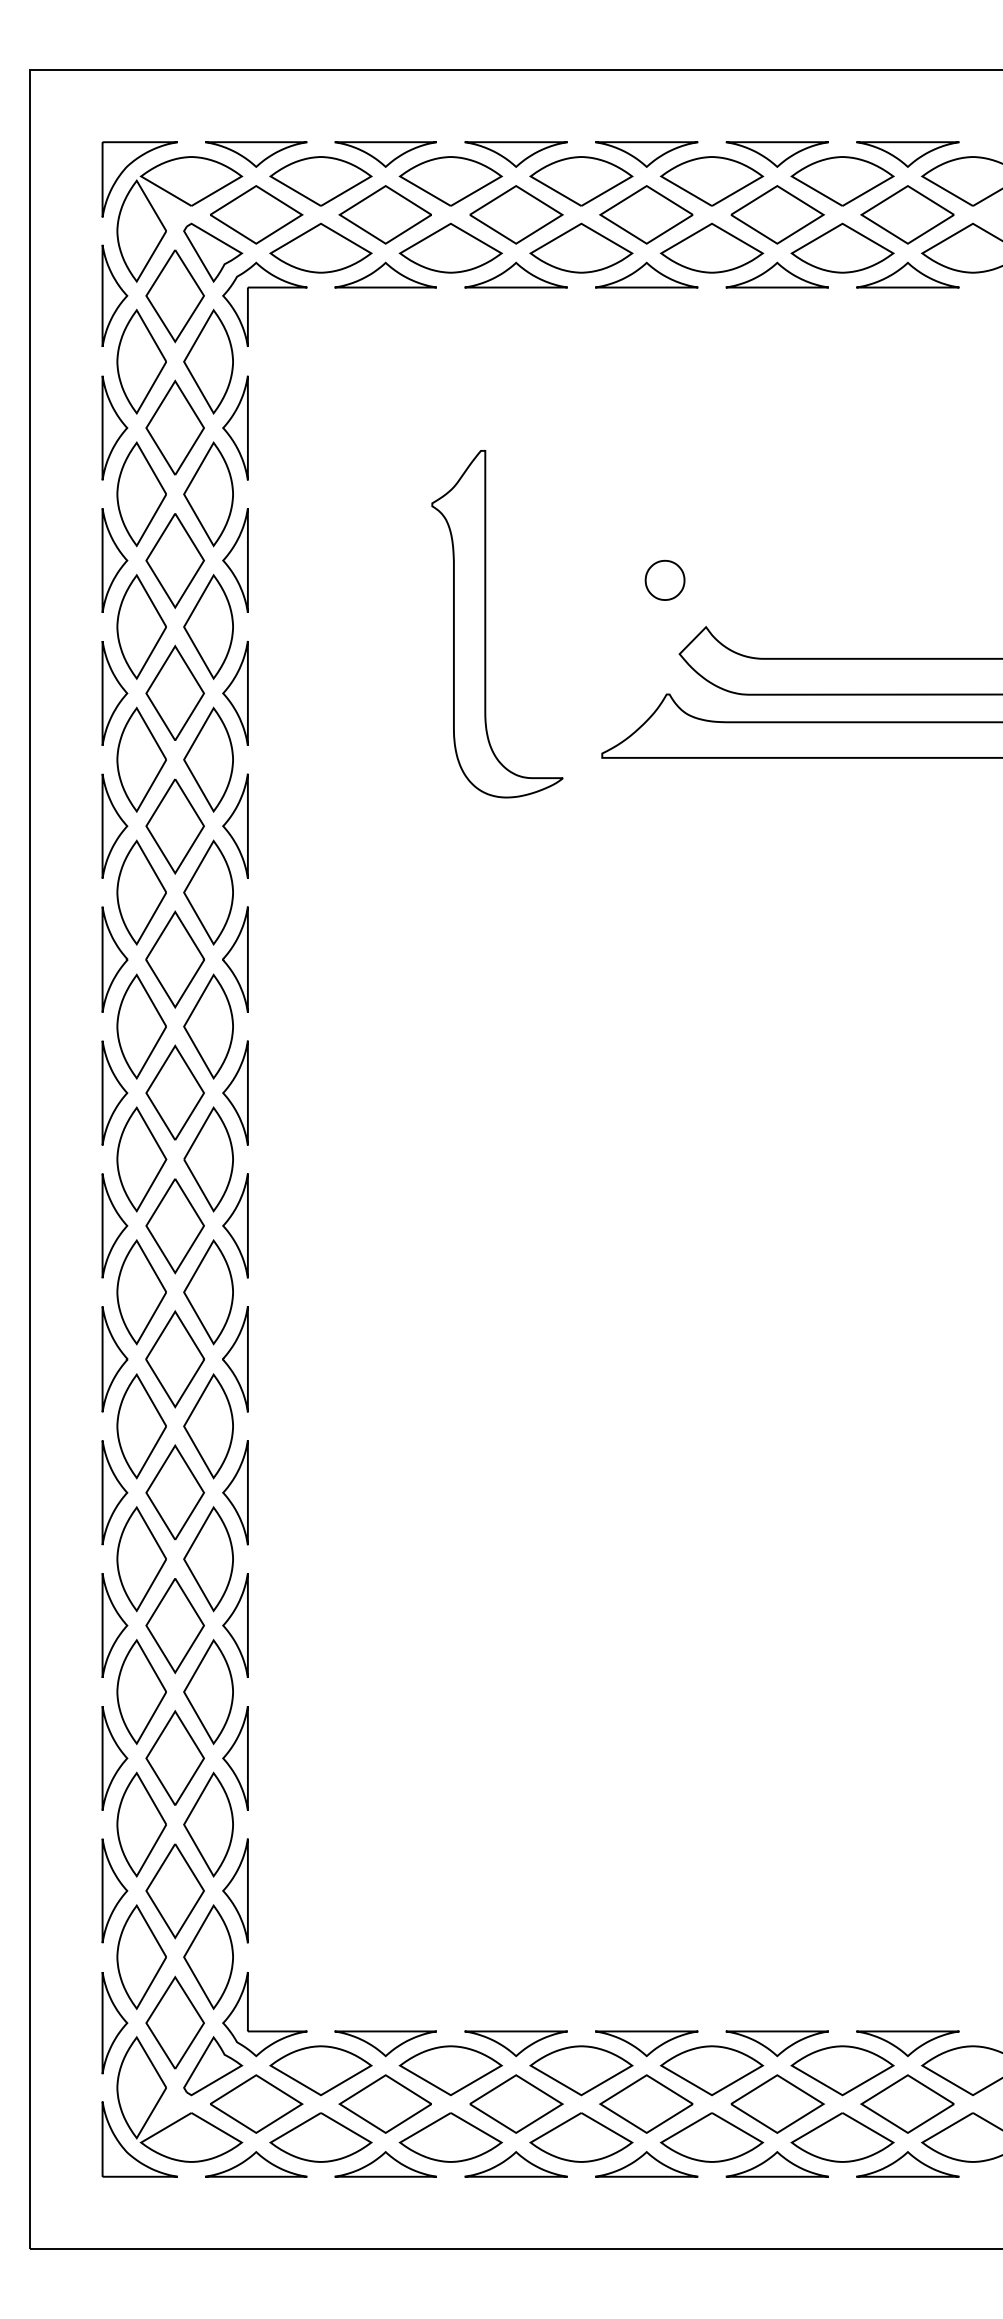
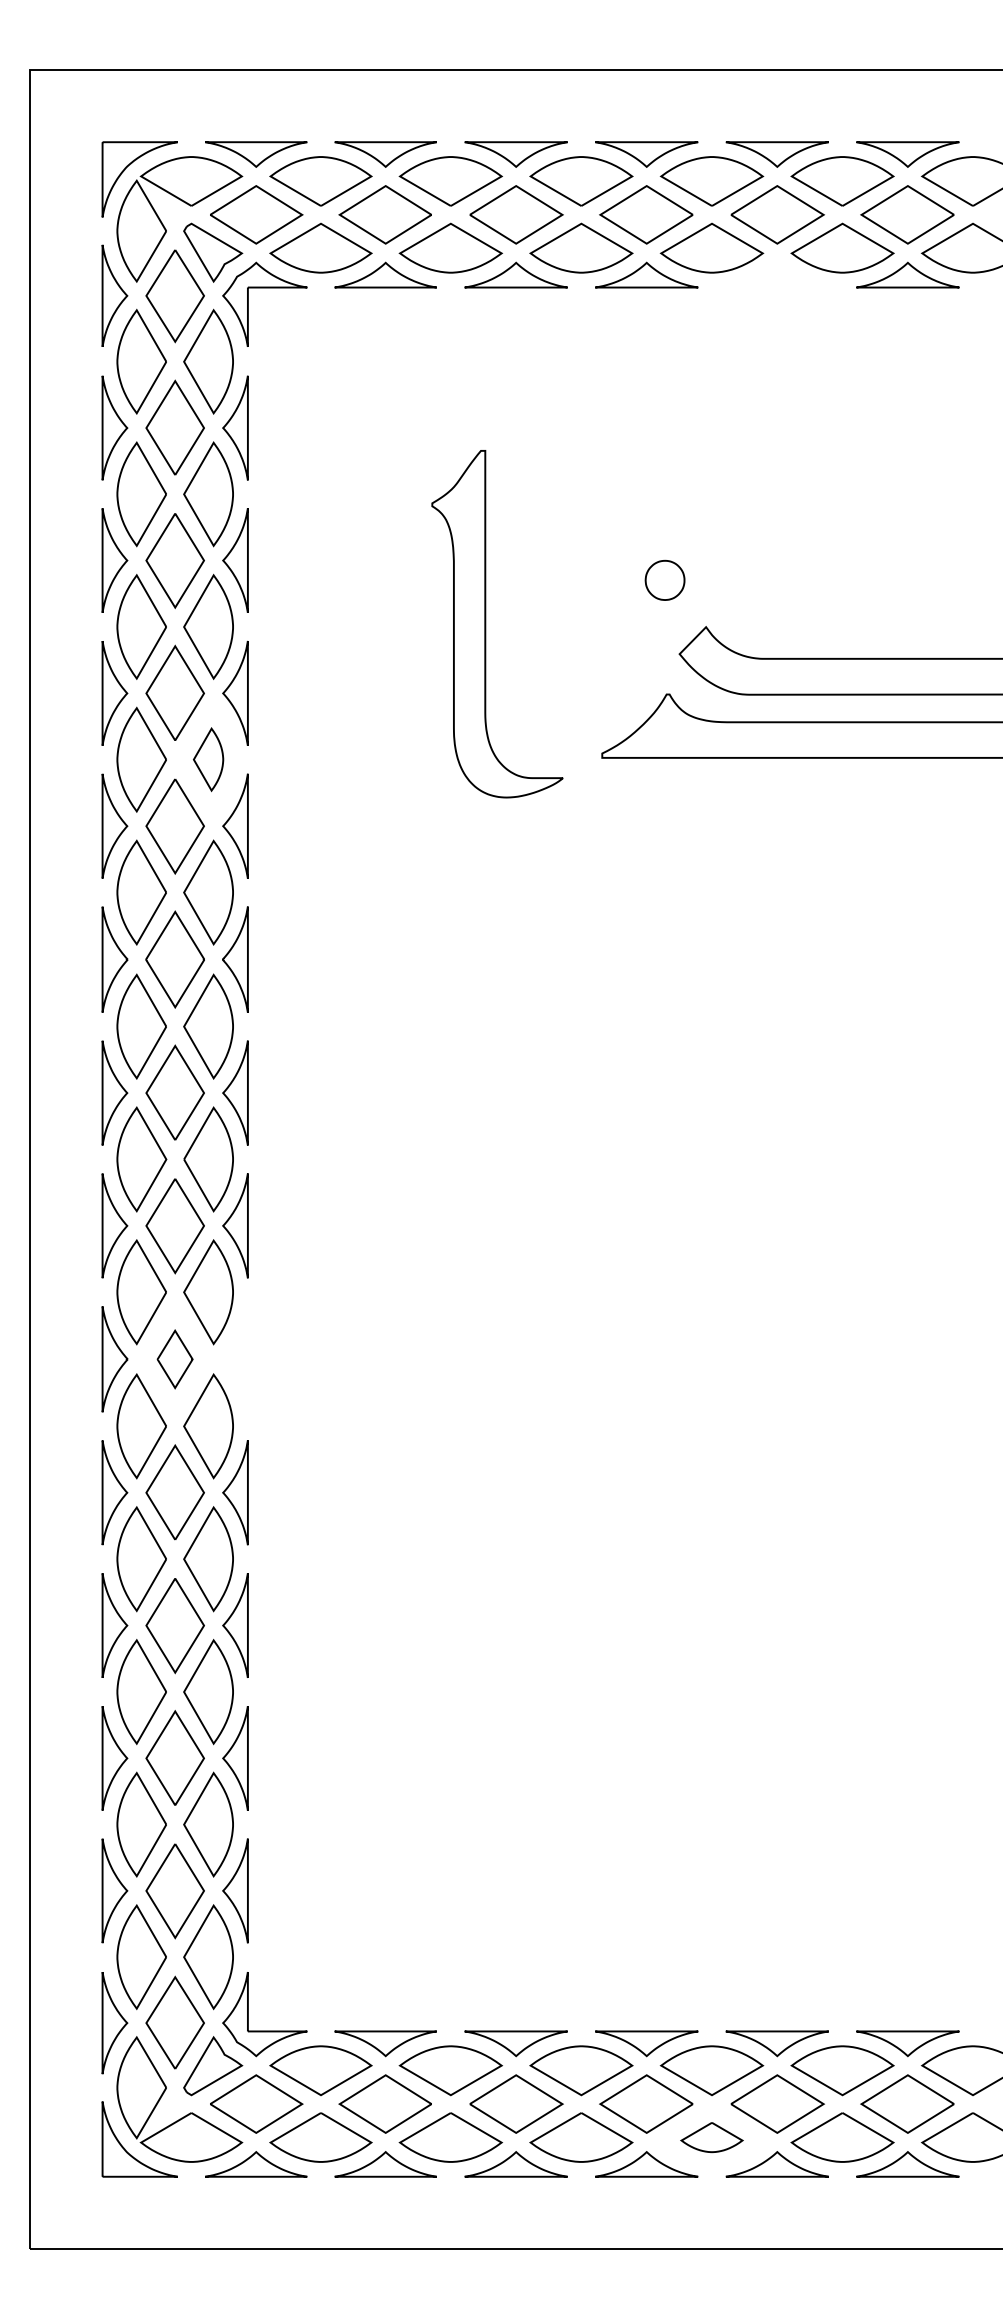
part at (776, 274): present -> none
part at (208, 759) size: 51x107 px -> 32x66 px
part at (174, 1359) size: 60x99 px -> 38x61 px
part at (235, 1359): present -> none
part at (711, 2137) size: 106x51 px -> 64x32 px
